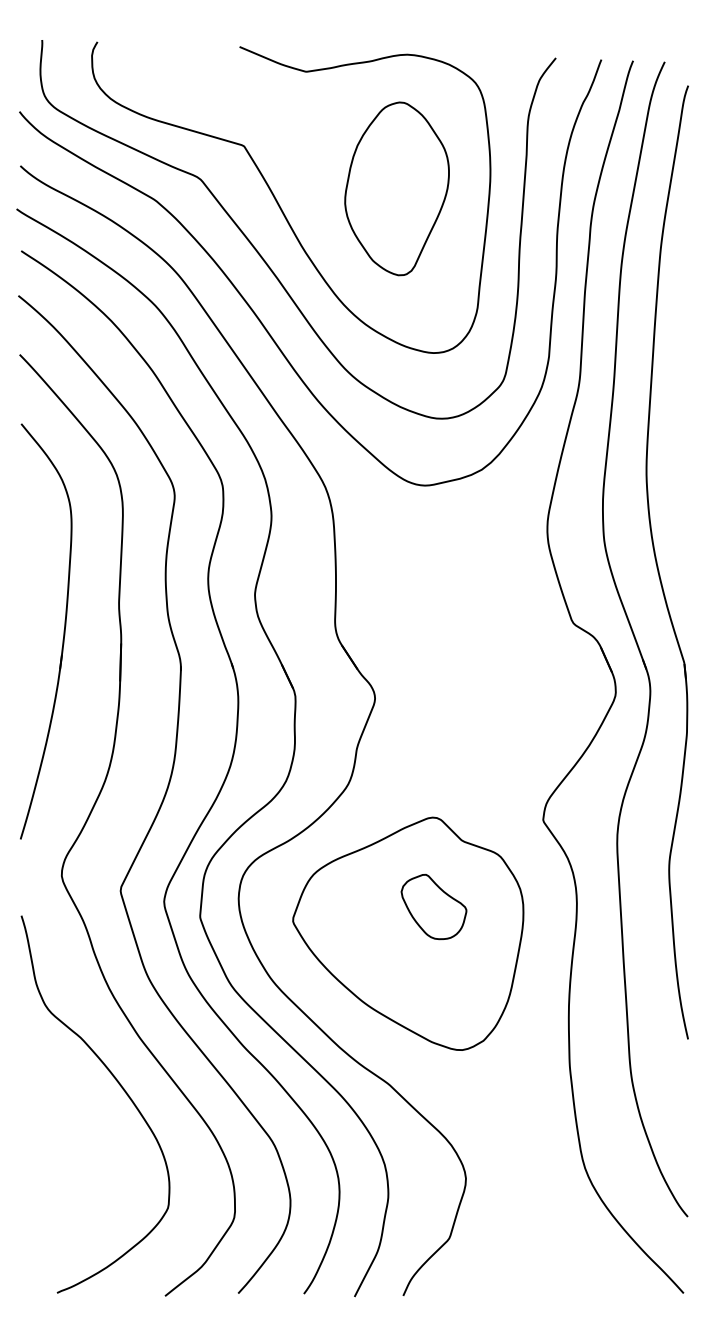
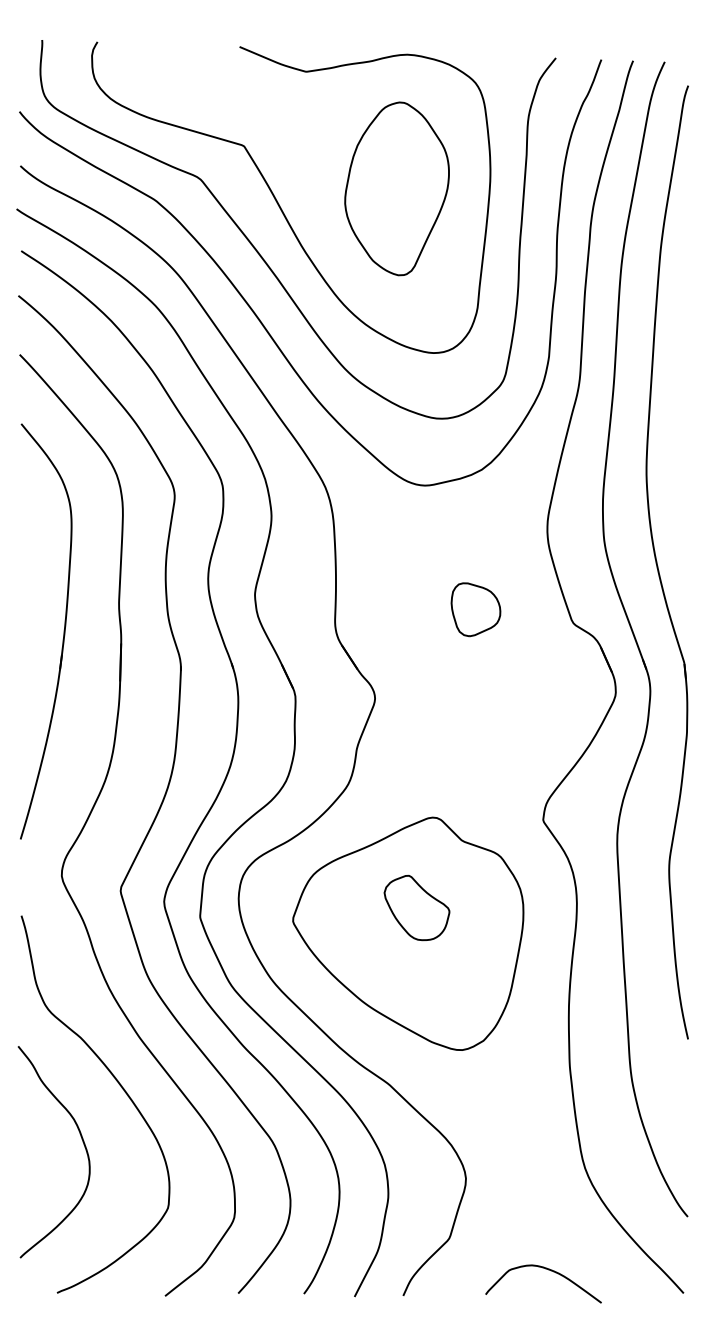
part at (475, 609): none -> present
part at (433, 906) position: (433, 906) -> (416, 907)
curve at (82, 1142): none -> present
curve at (548, 1270): none -> present
